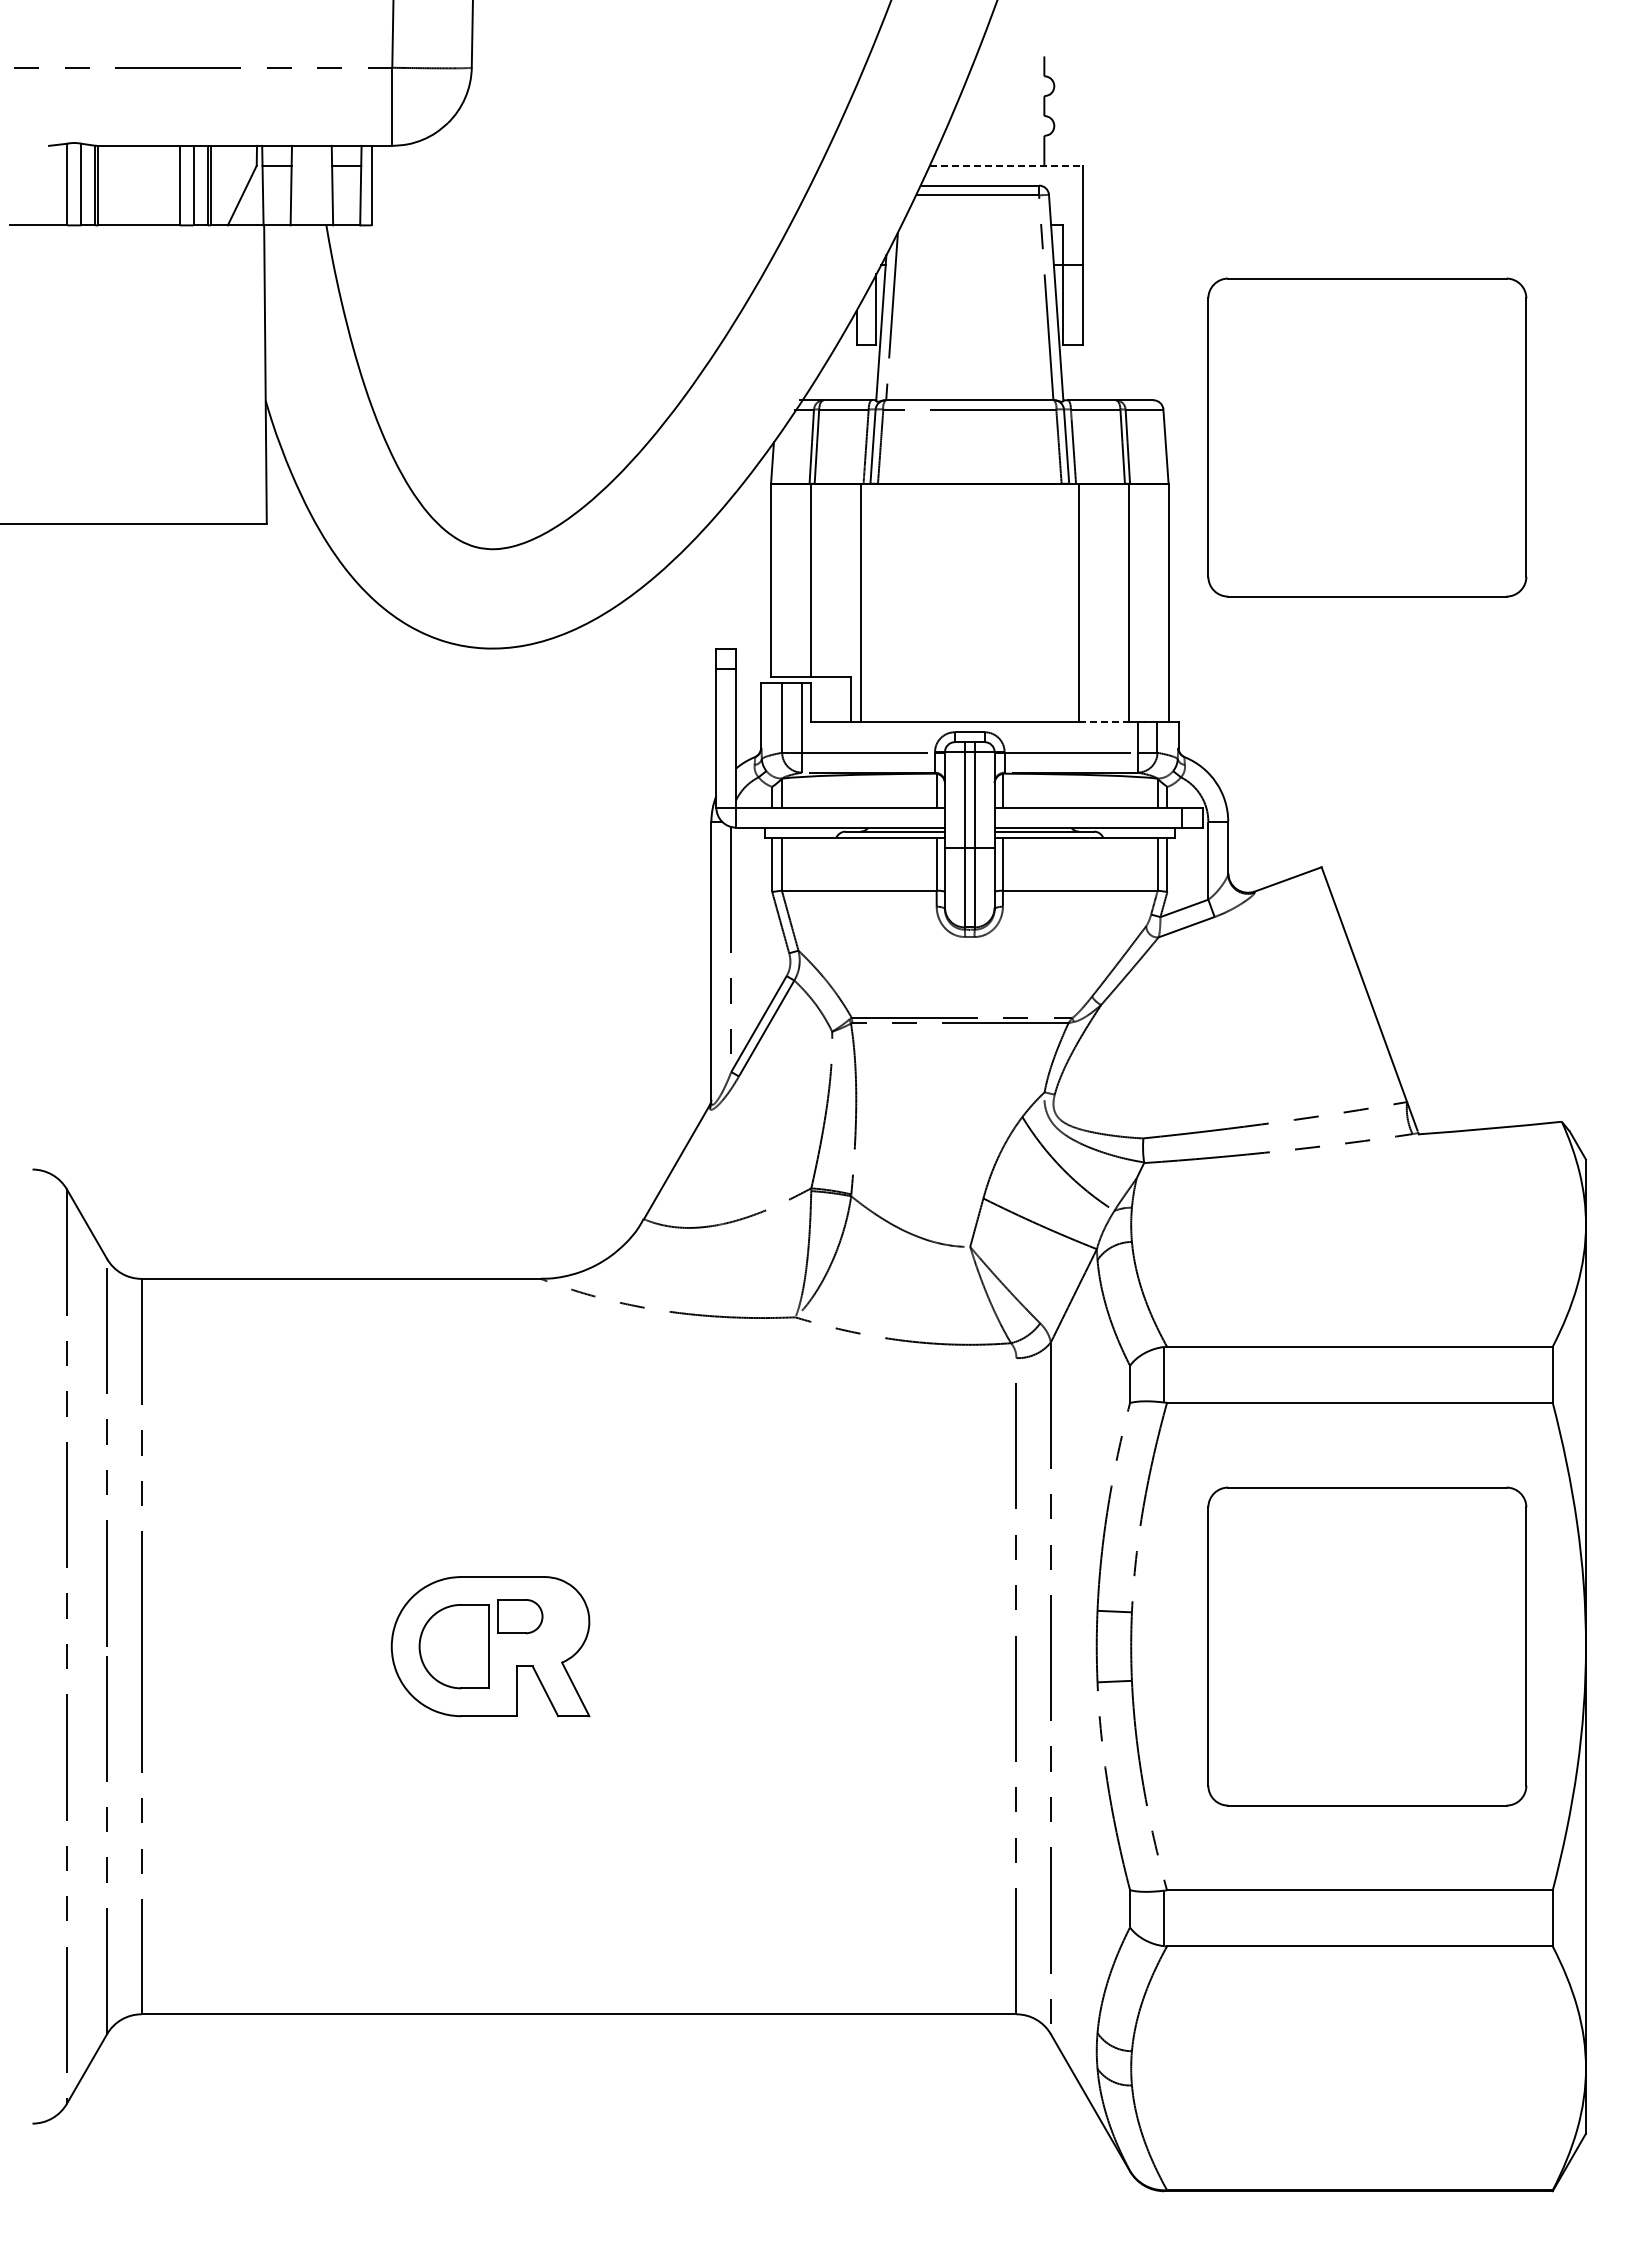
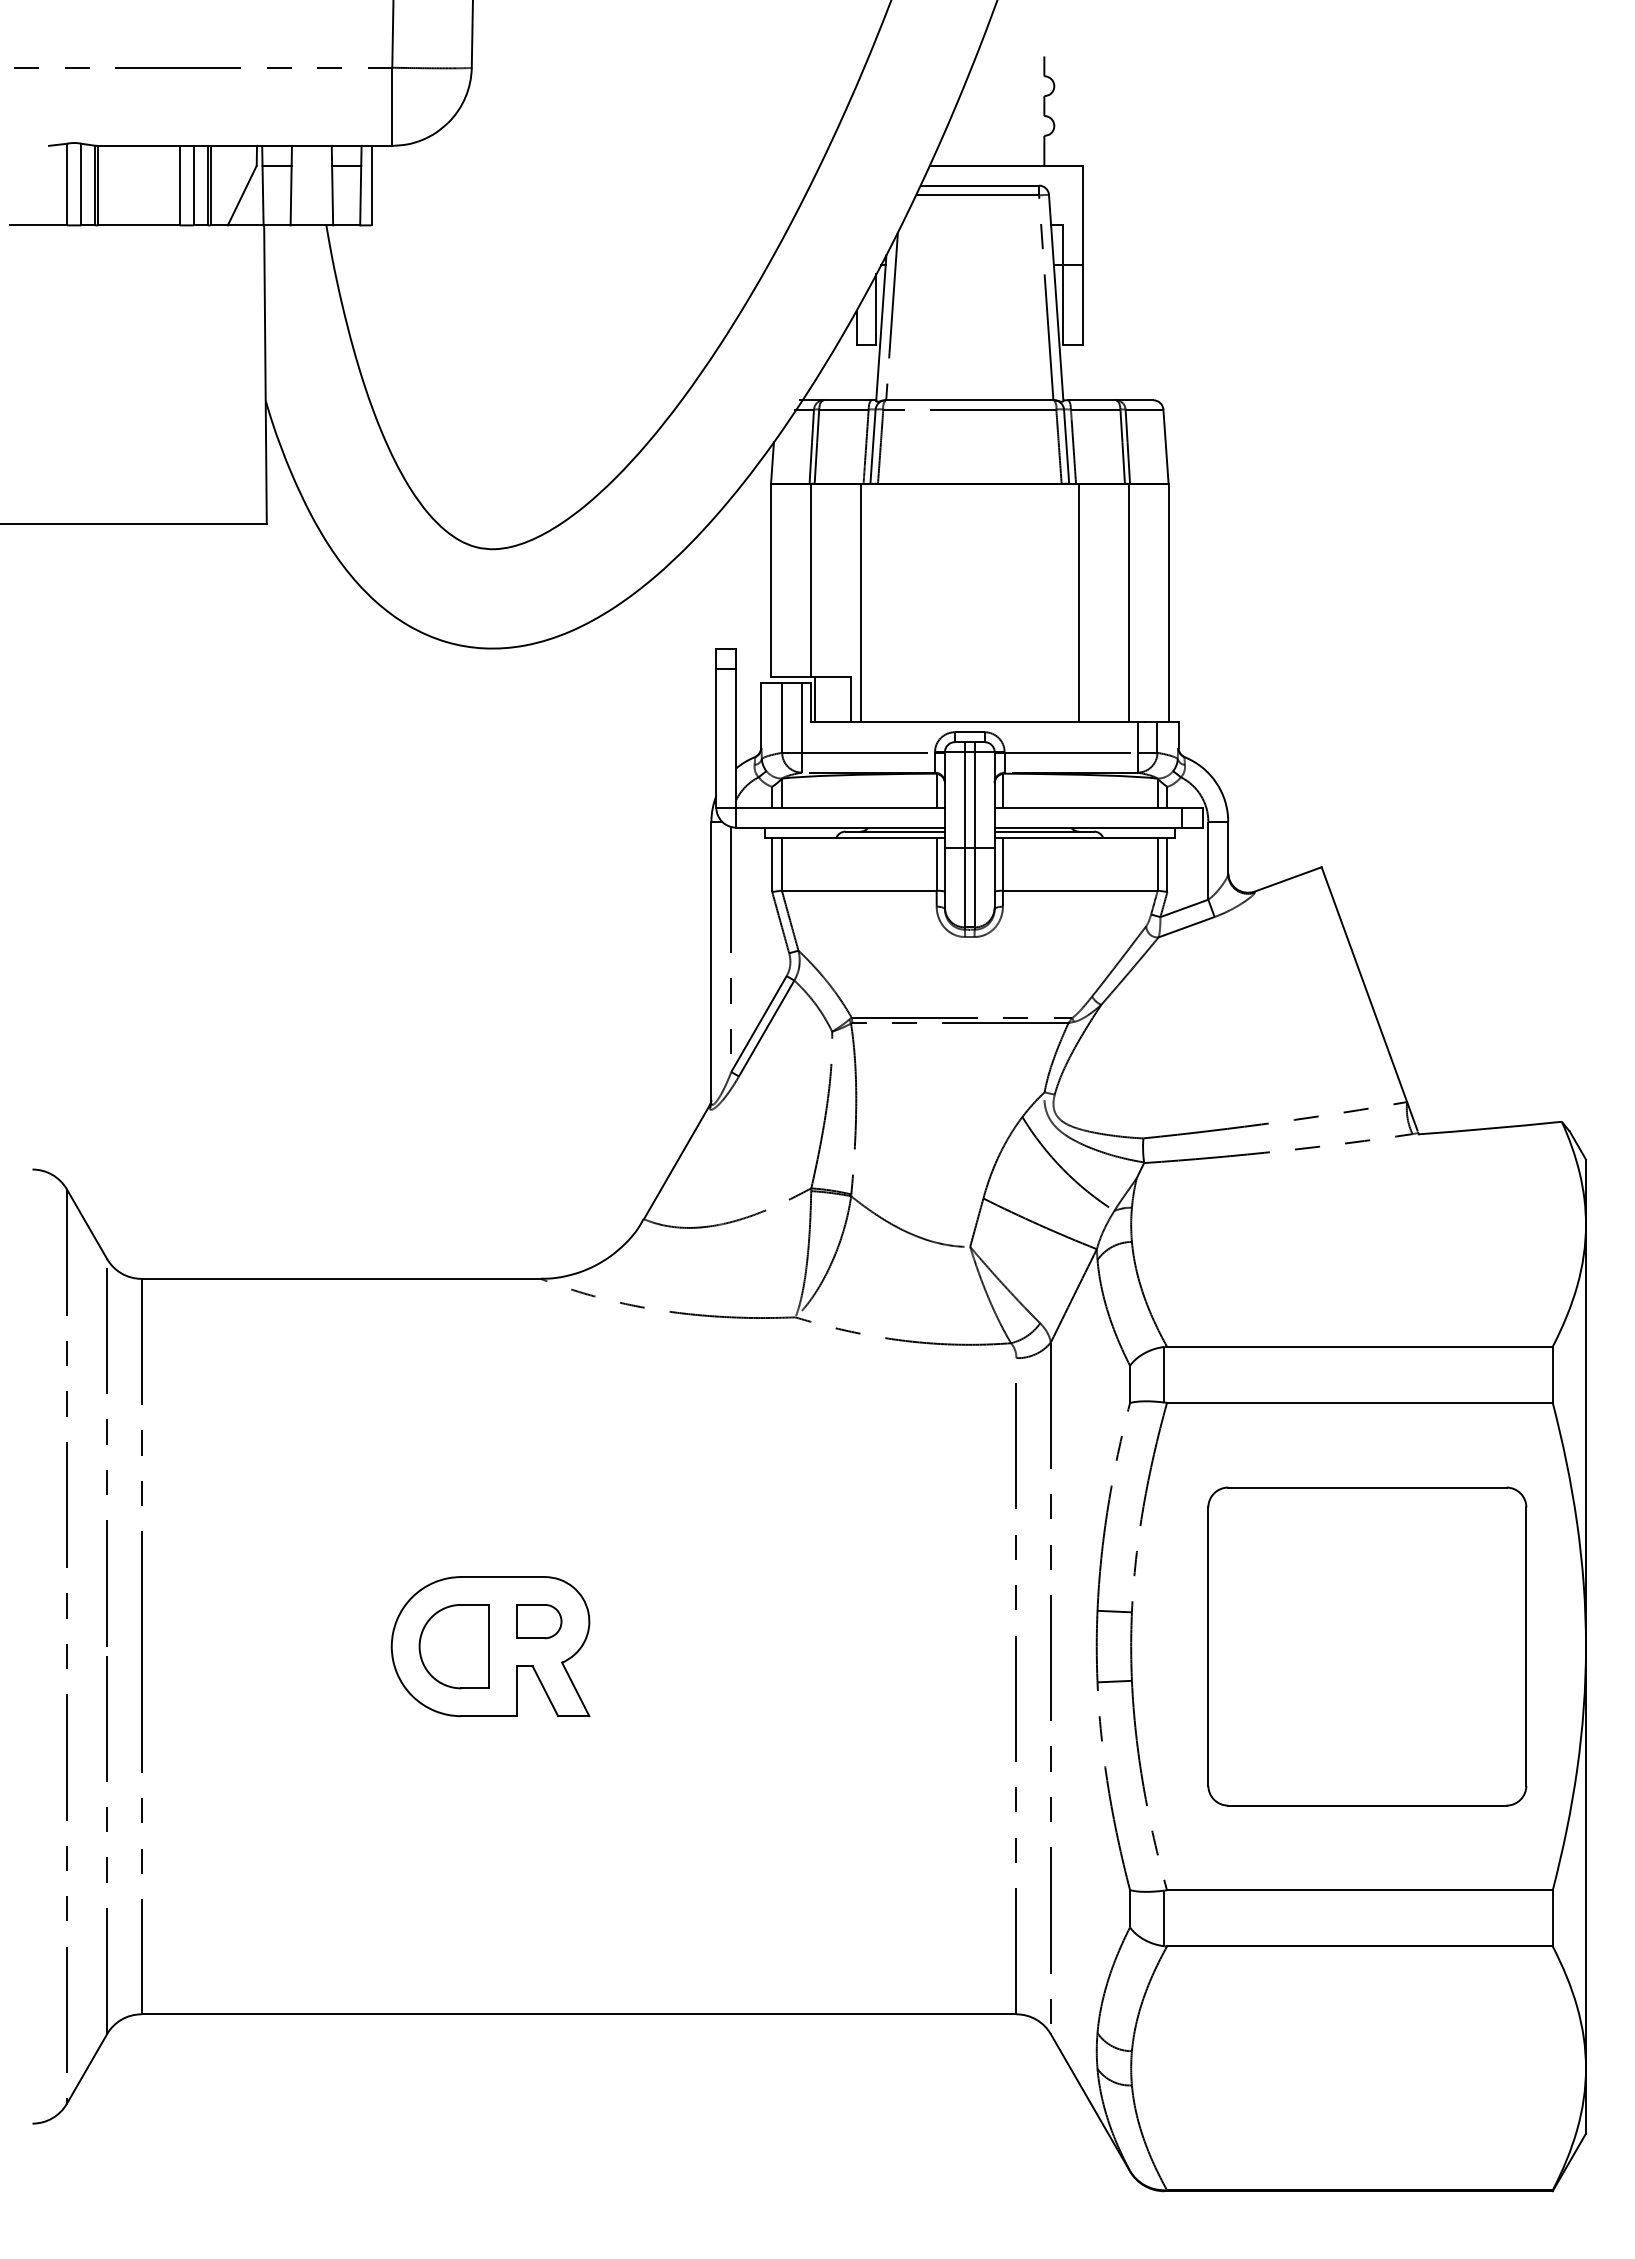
line at (1006, 165): dashed -> solid
part at (1367, 437): present -> none
line at (814, 699): none -> present
line at (1104, 722): dashed -> solid
part at (520, 1616) position: (520, 1616) -> (539, 1621)
